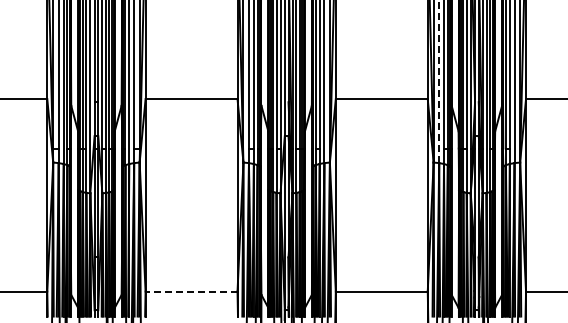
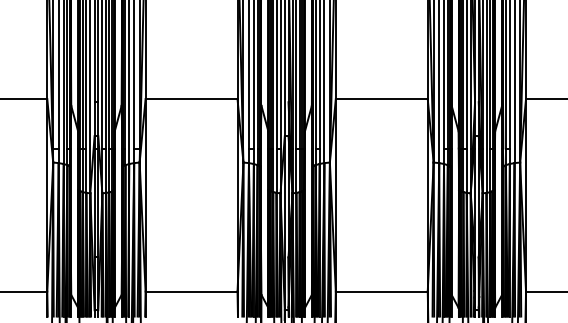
line at (439, 81): dashed -> solid
line at (191, 291): dashed -> solid
